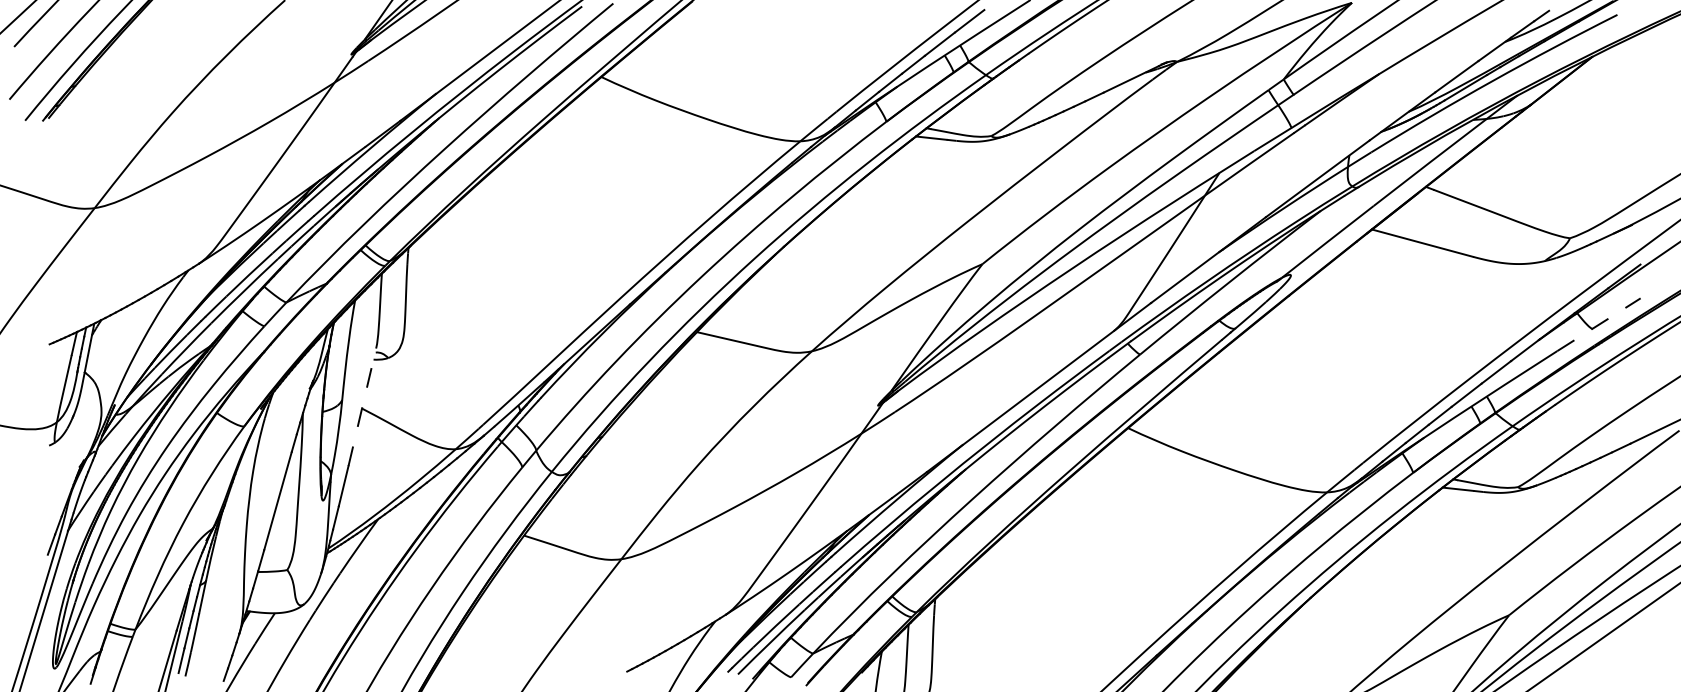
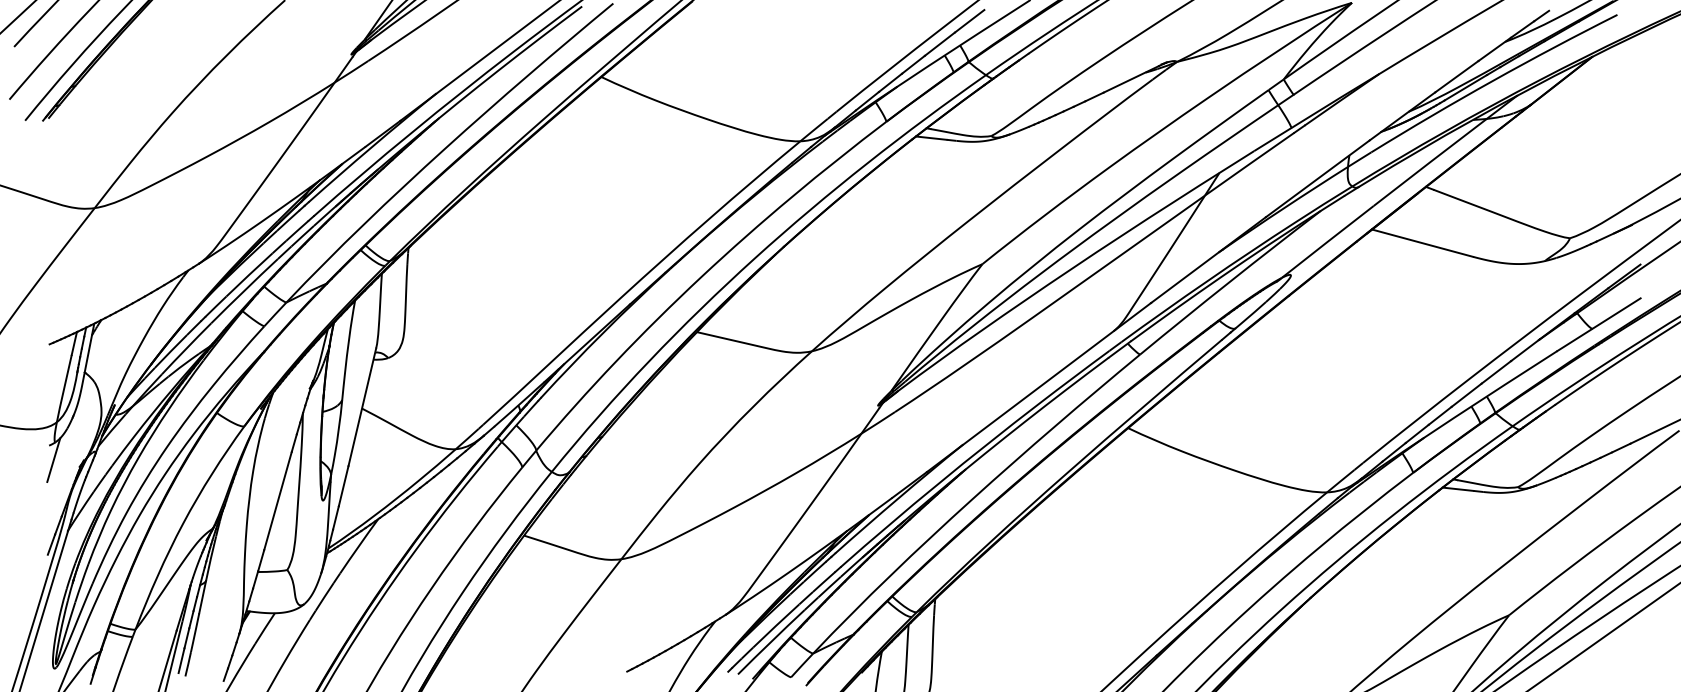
line at (1599, 324): dashed -> solid
line at (362, 406): dashed -> solid
line at (53, 459): none -> present
